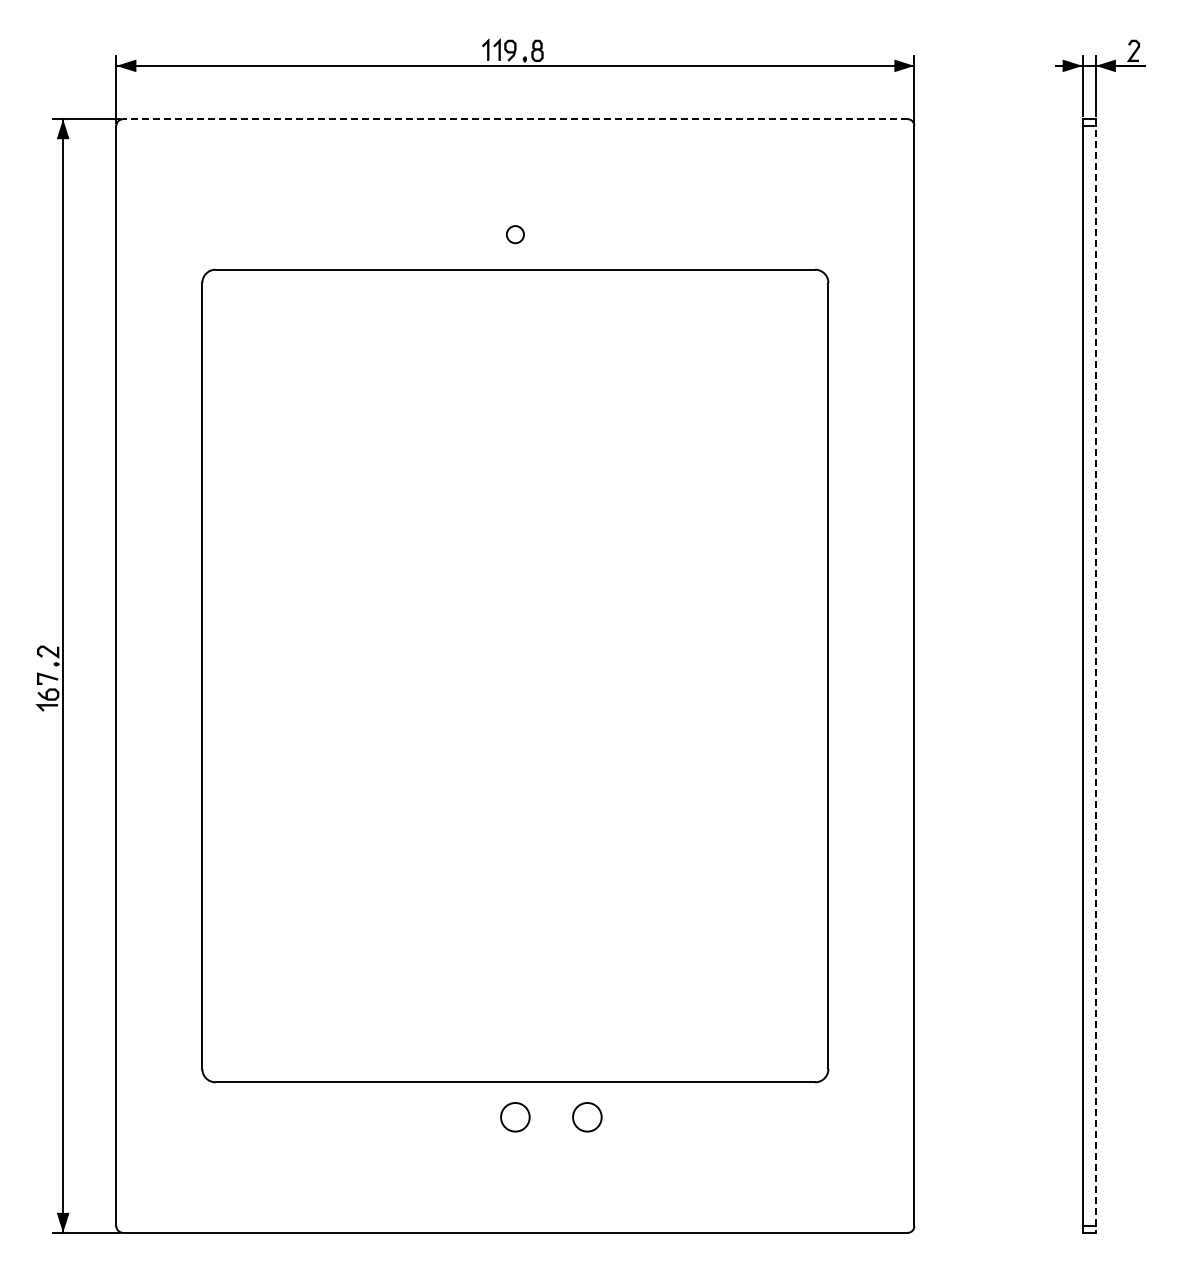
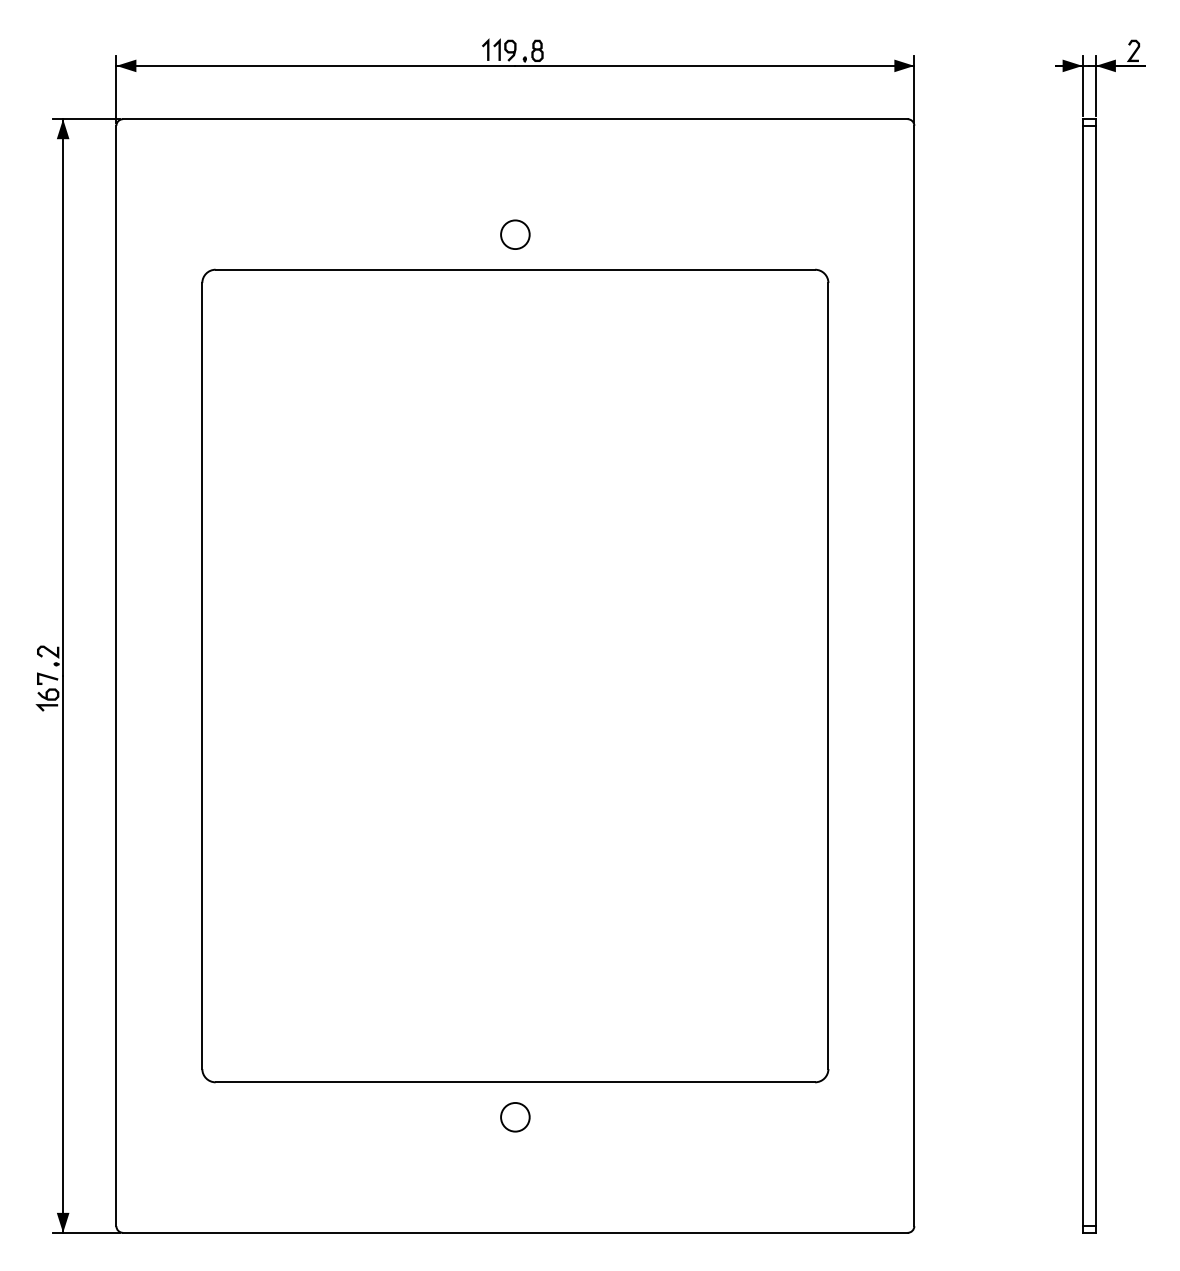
line at (514, 119): dashed -> solid
circle at (515, 234) size: 19x20 px -> 31x31 px
line at (1095, 676): dashed -> solid
circle at (587, 1117): present -> none
